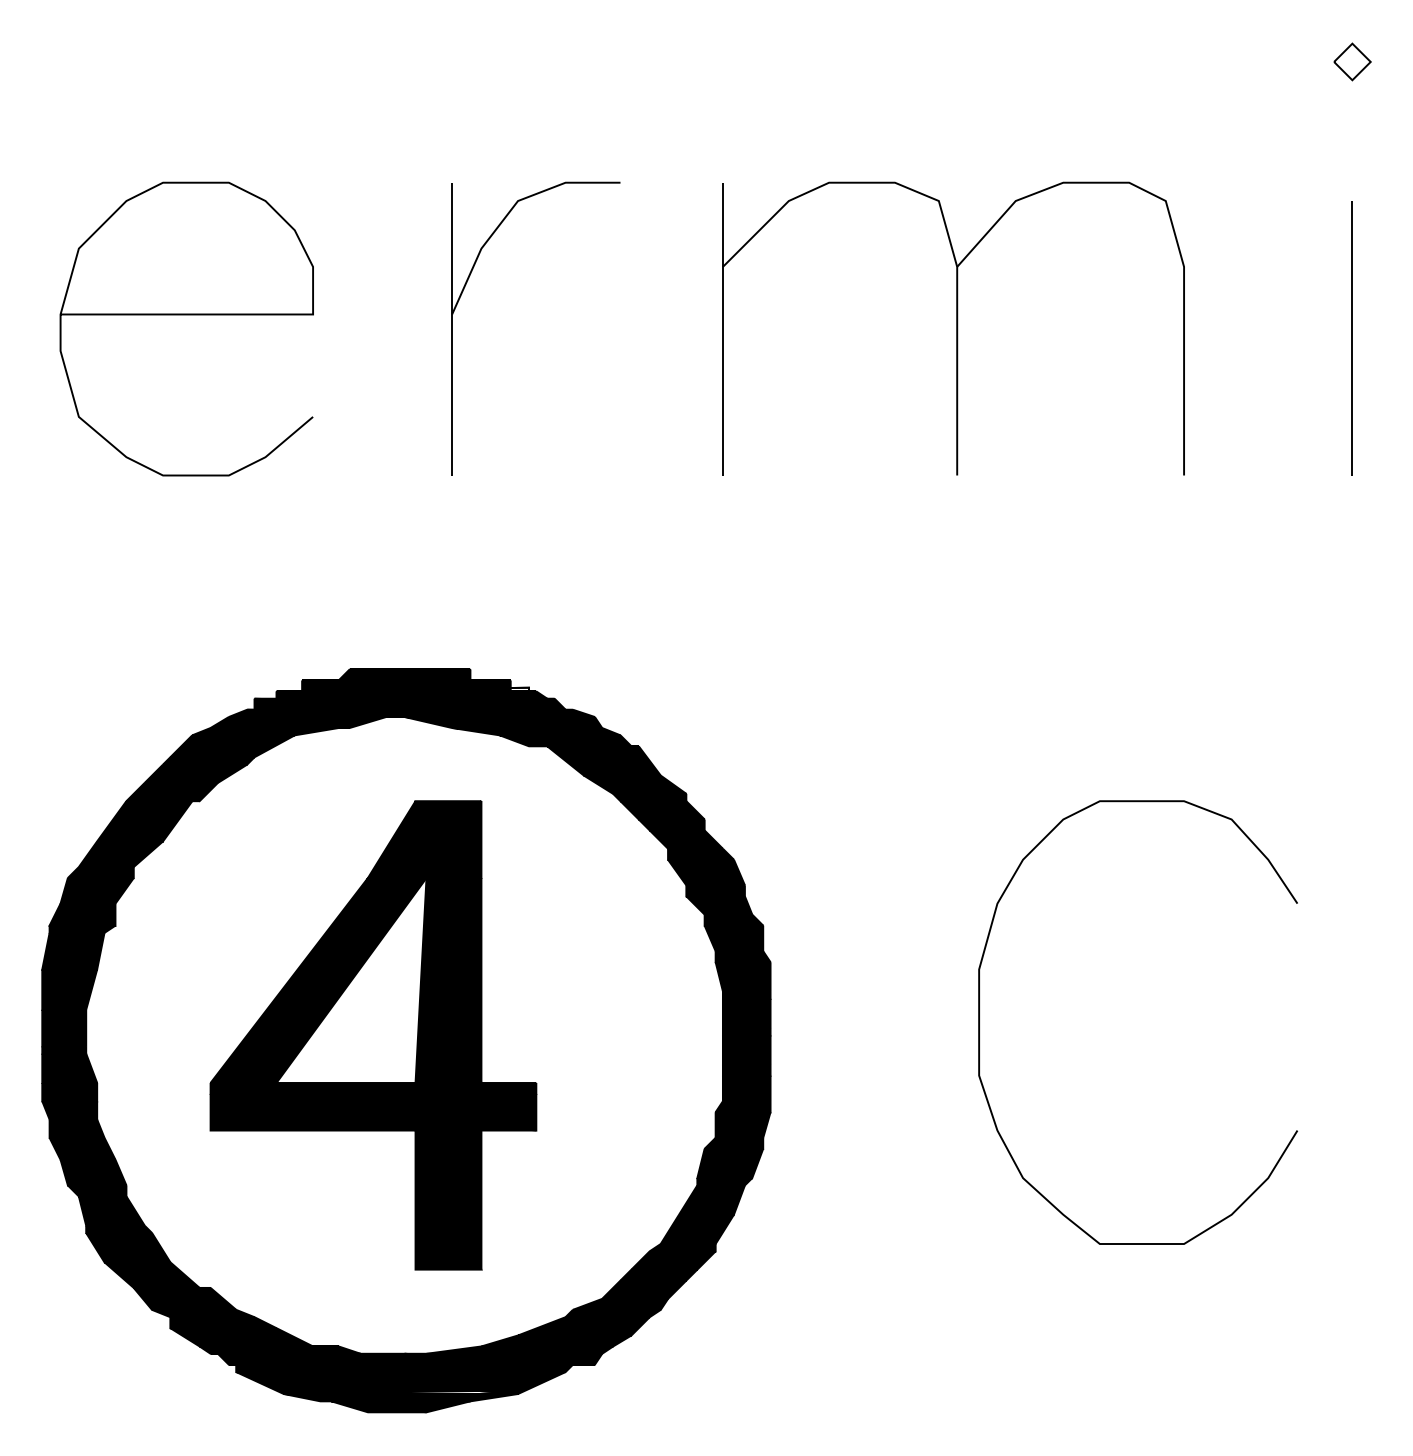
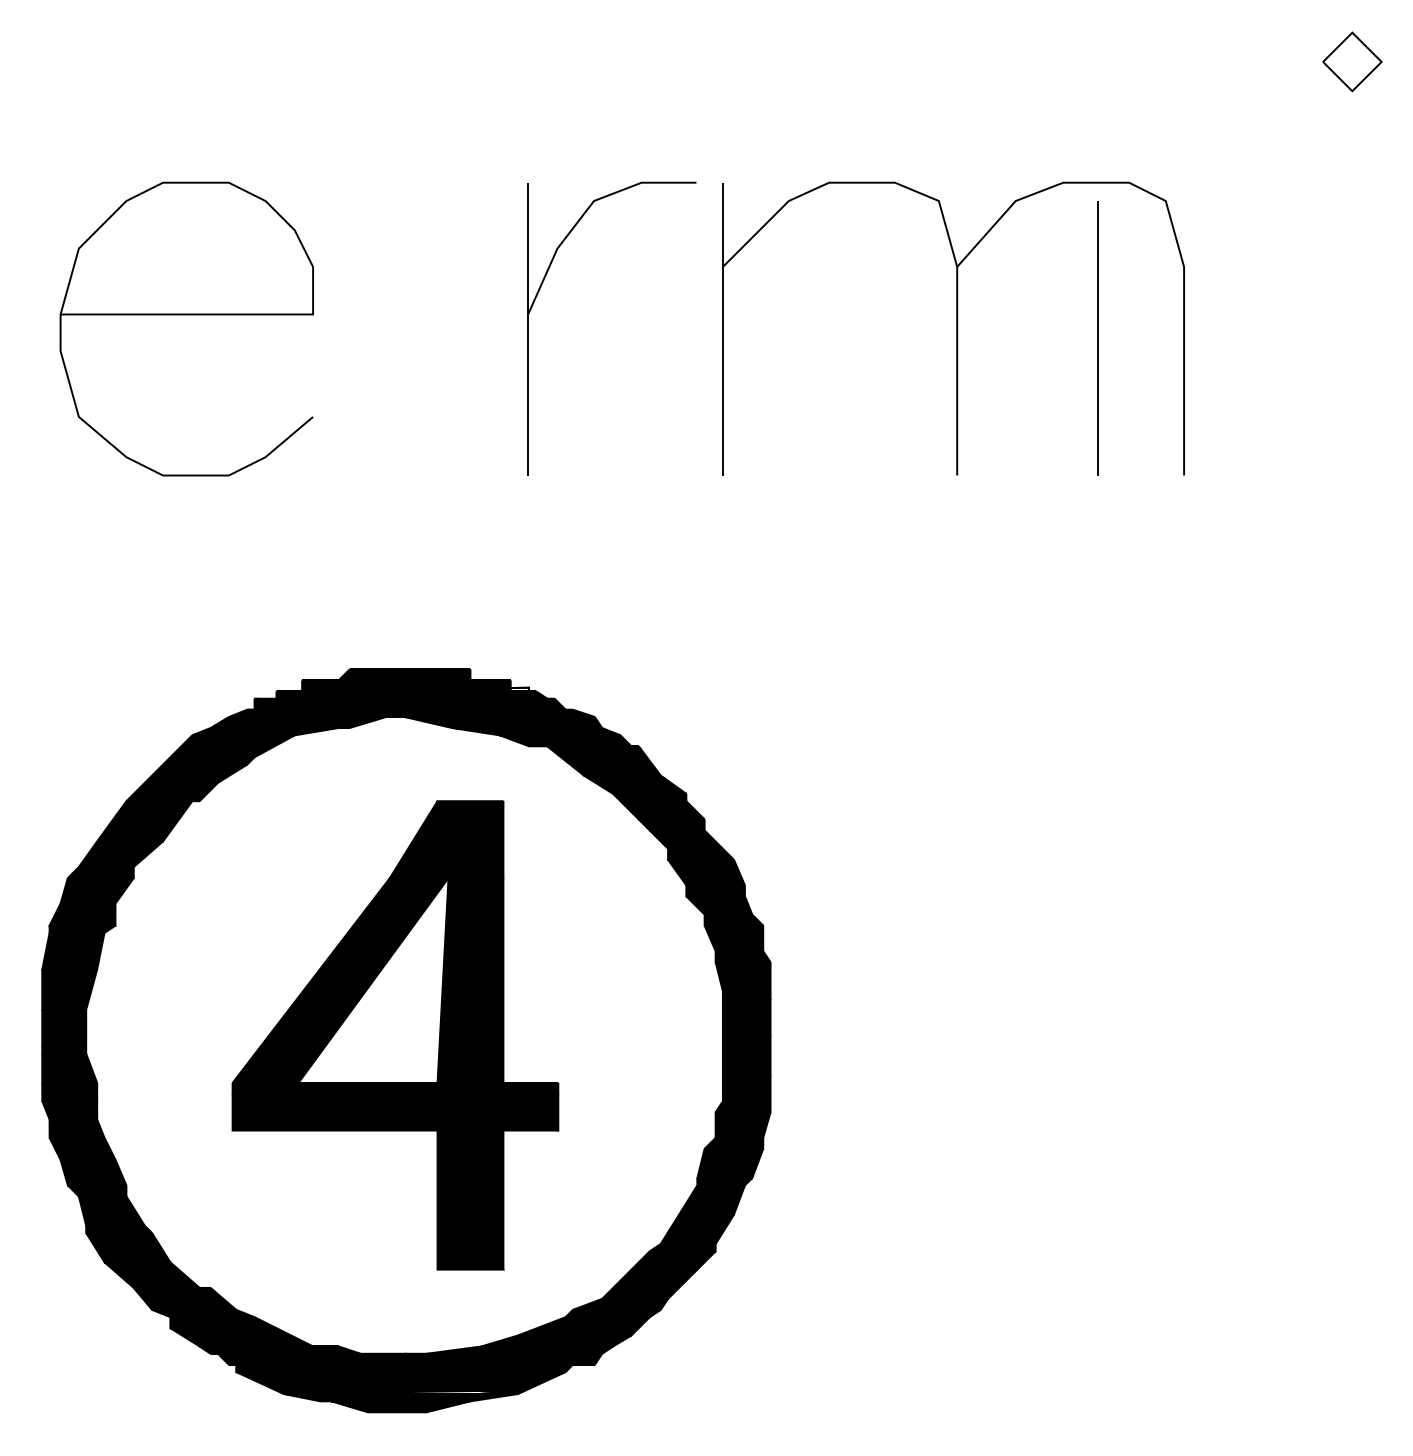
part at (1352, 61) size: 39x40 px -> 61x62 px
part at (461, 296) position: (461, 296) -> (537, 296)
line at (1351, 338) position: (1351, 338) -> (1097, 338)
curve at (979, 1022): present -> none
part at (373, 1035) position: (373, 1035) -> (395, 1035)
